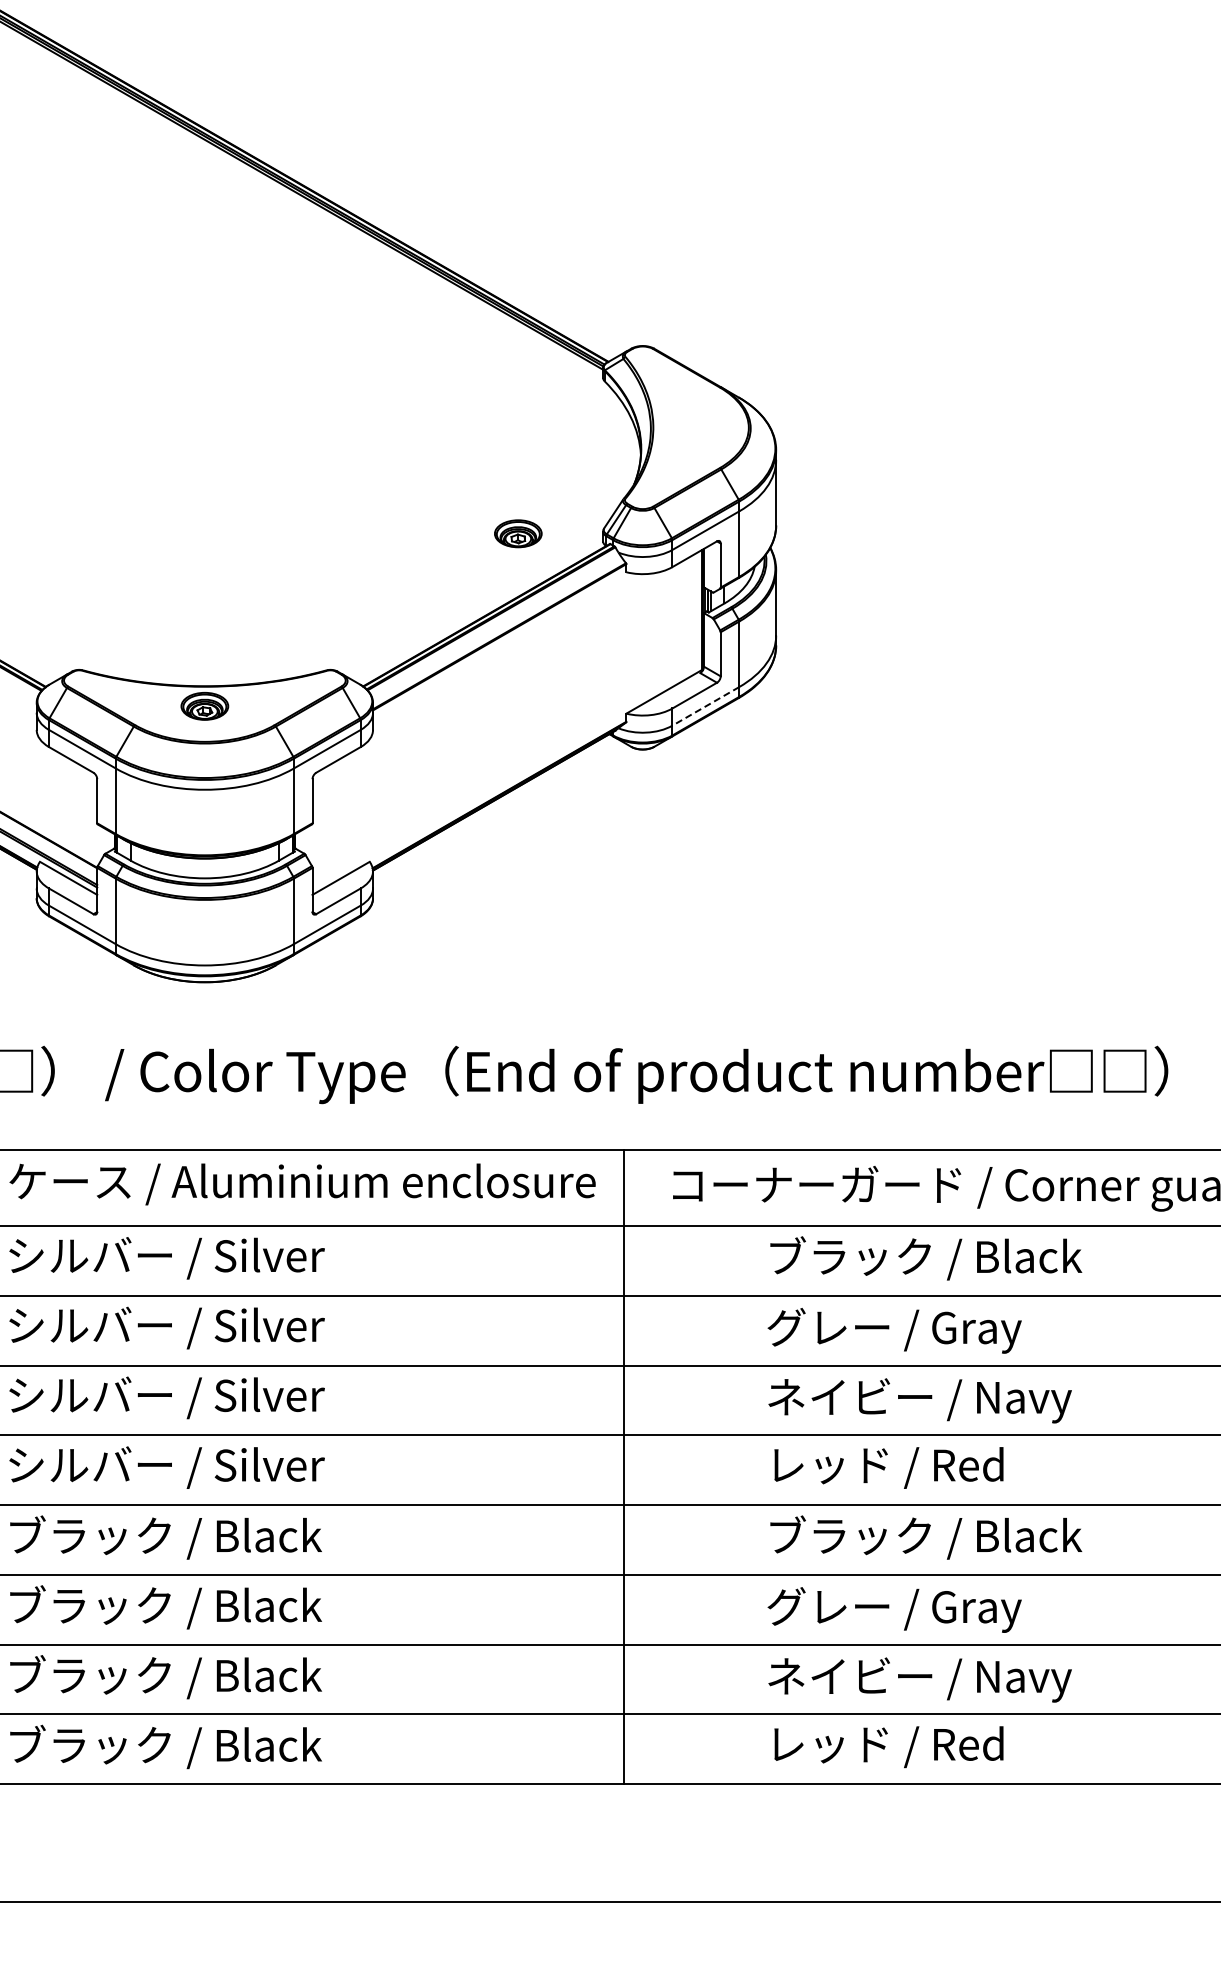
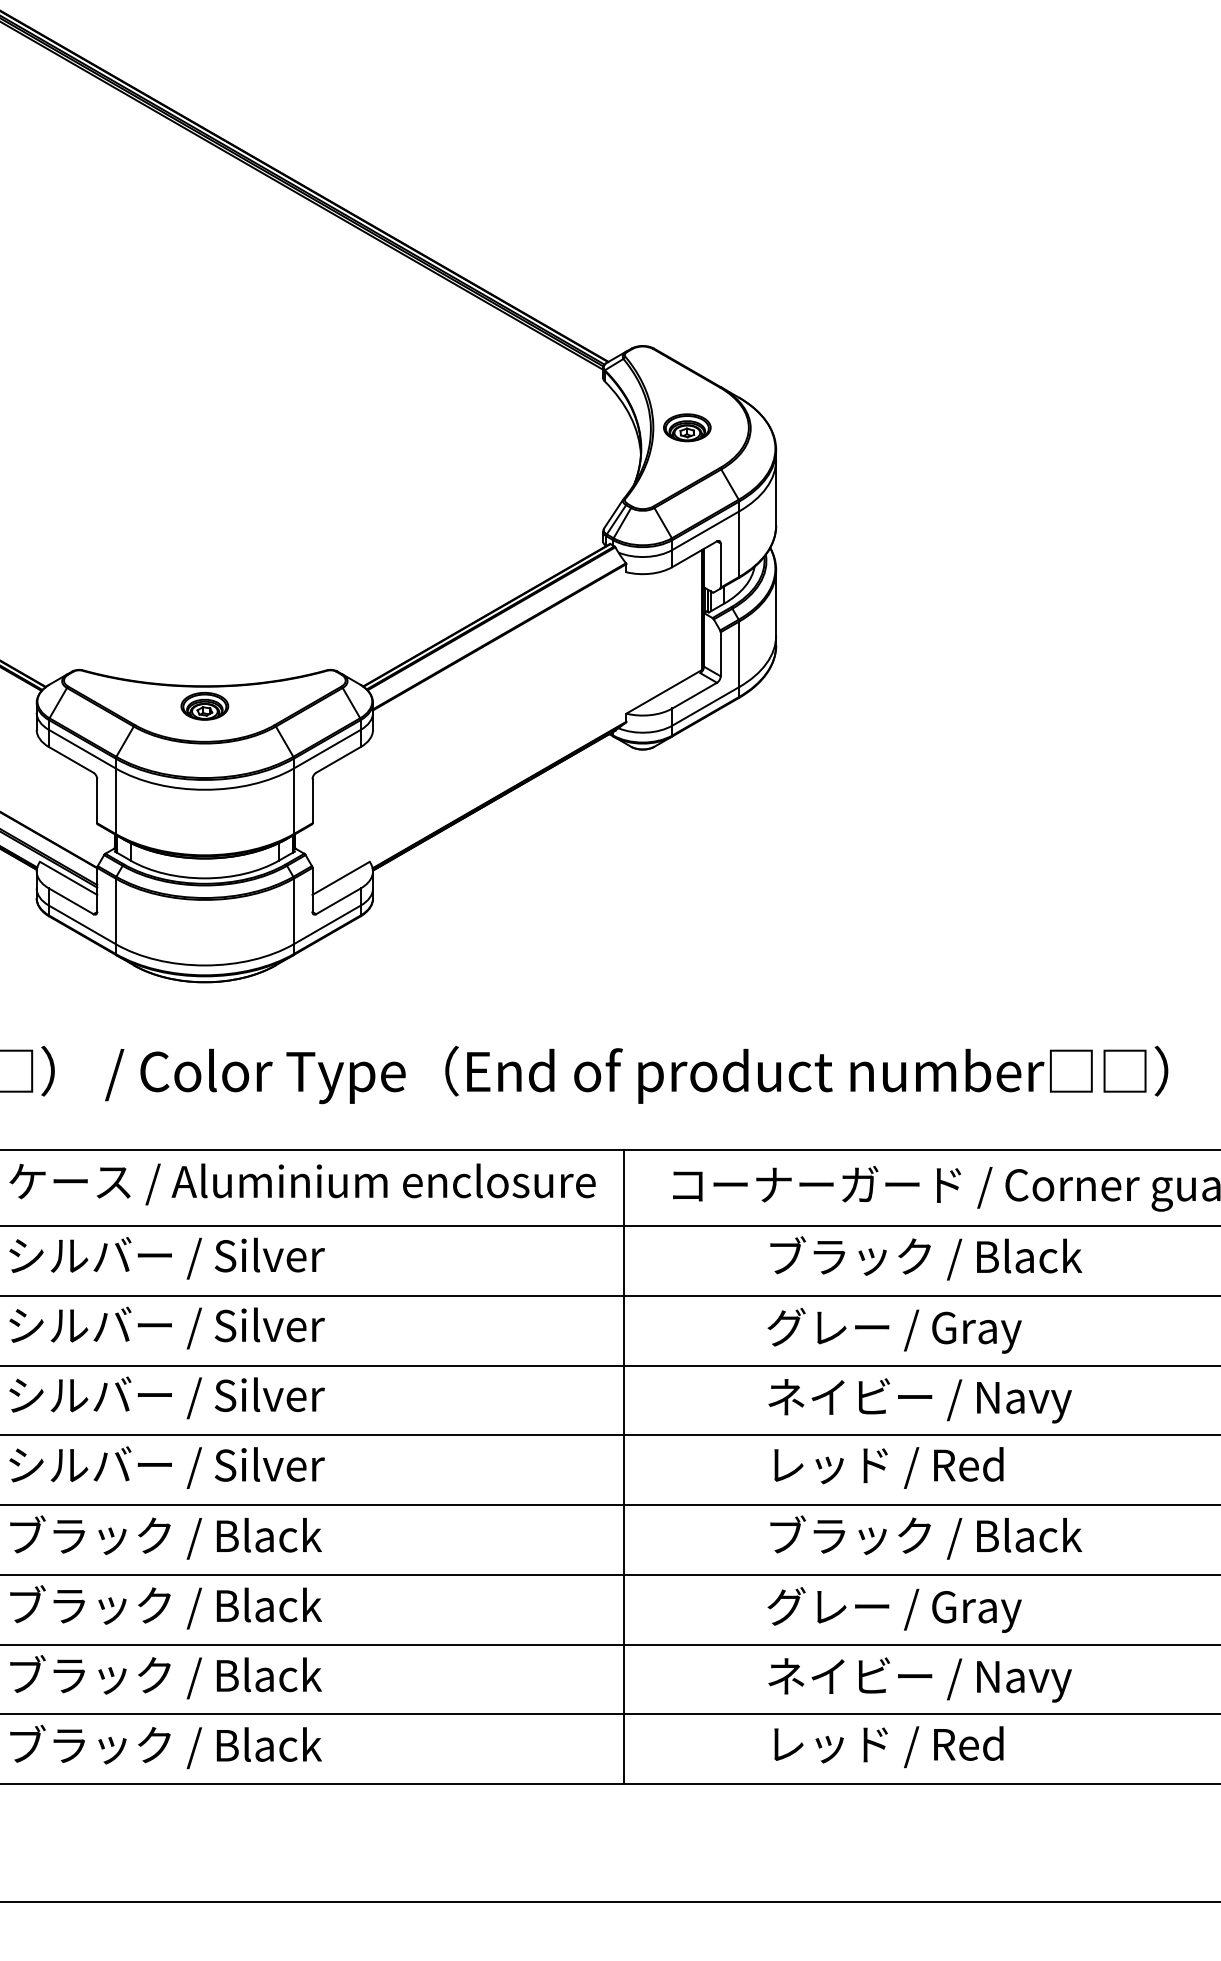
part at (518, 533) position: (518, 533) -> (687, 427)
line at (705, 706): dashed -> solid
